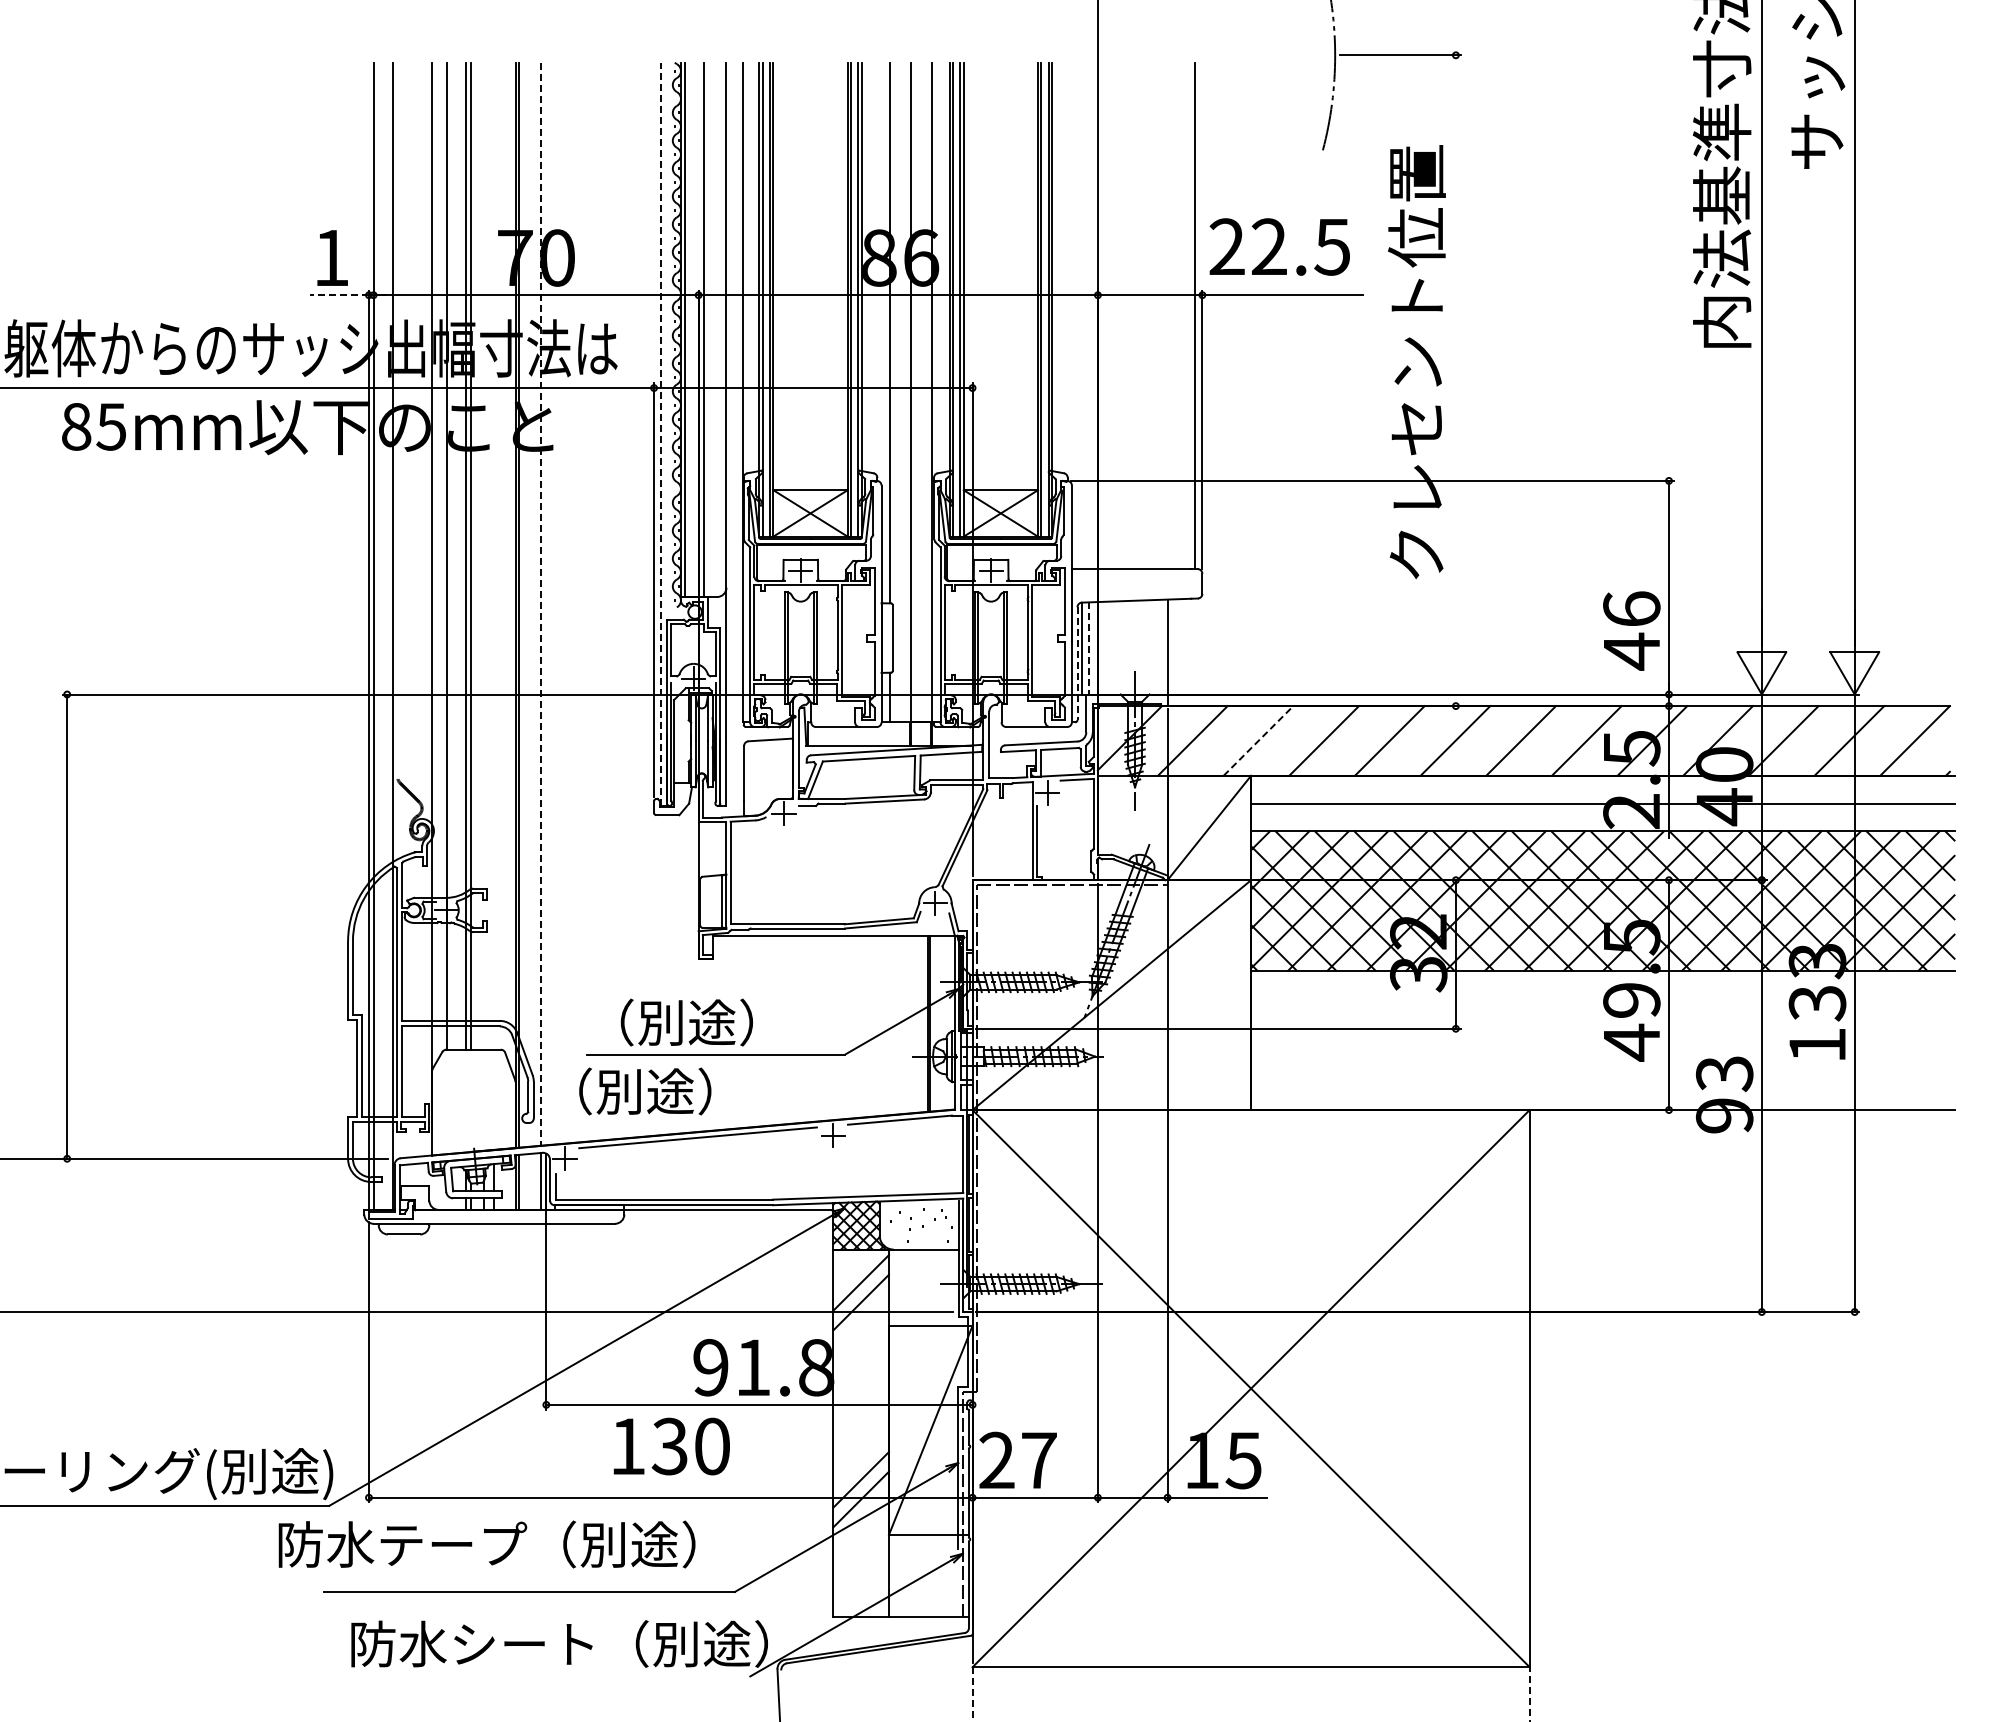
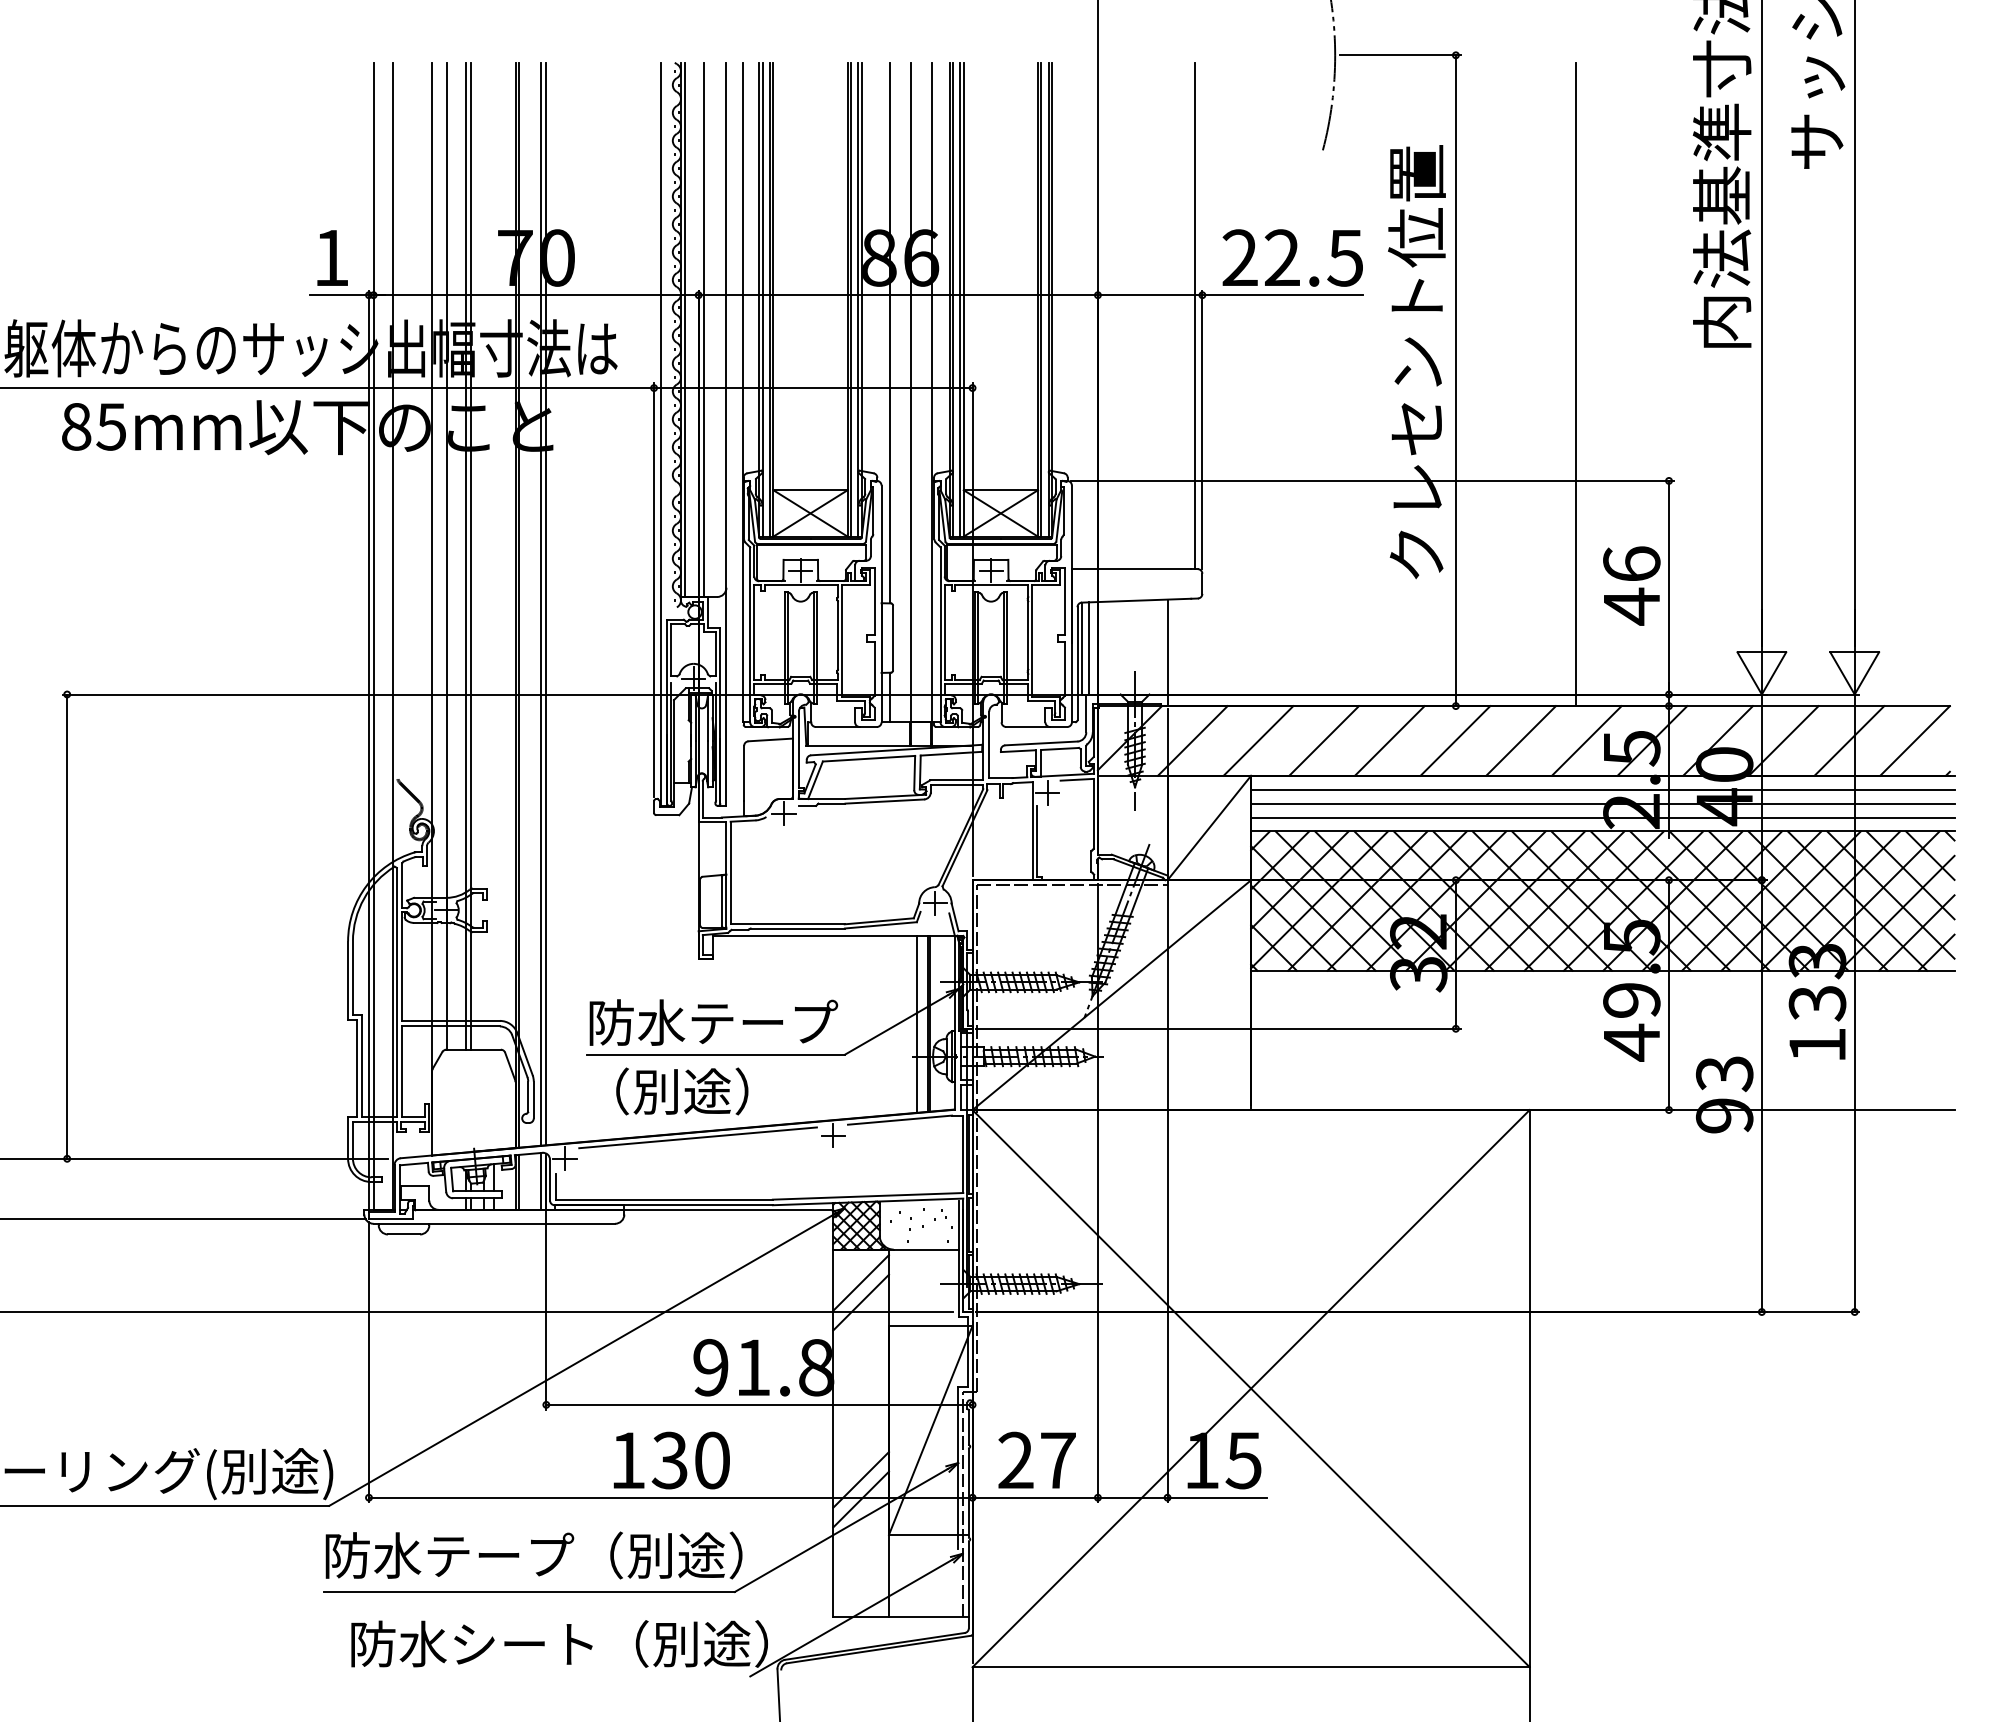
text at (1279, 246) position: (1279, 246) -> (1292, 257)
line at (339, 295): dashed -> solid
line at (1455, 380): none -> present
line at (1576, 384): none -> present
line at (661, 434): dashed -> solid
line at (546, 603): none -> present
line at (540, 604): dashed -> solid
text at (1631, 630) position: (1631, 630) -> (1631, 585)
line at (1088, 648): dashed -> solid
line at (1077, 664): dashed -> solid
line at (1258, 740): dashed -> solid
line at (1602, 789): none -> present
line at (1602, 817): none -> present
text at (713, 1022): （別途） -> 防水テープ
line at (916, 1023): none -> present
text at (645, 1091) position: (645, 1091) -> (682, 1091)
line at (183, 1219): none -> present
text at (671, 1446) position: (671, 1446) -> (671, 1460)
text at (1017, 1459) position: (1017, 1459) -> (1036, 1459)
text at (486, 1544) position: (486, 1544) -> (533, 1555)
line at (972, 1694): dashed -> solid
line at (1529, 1694): dashed -> solid
